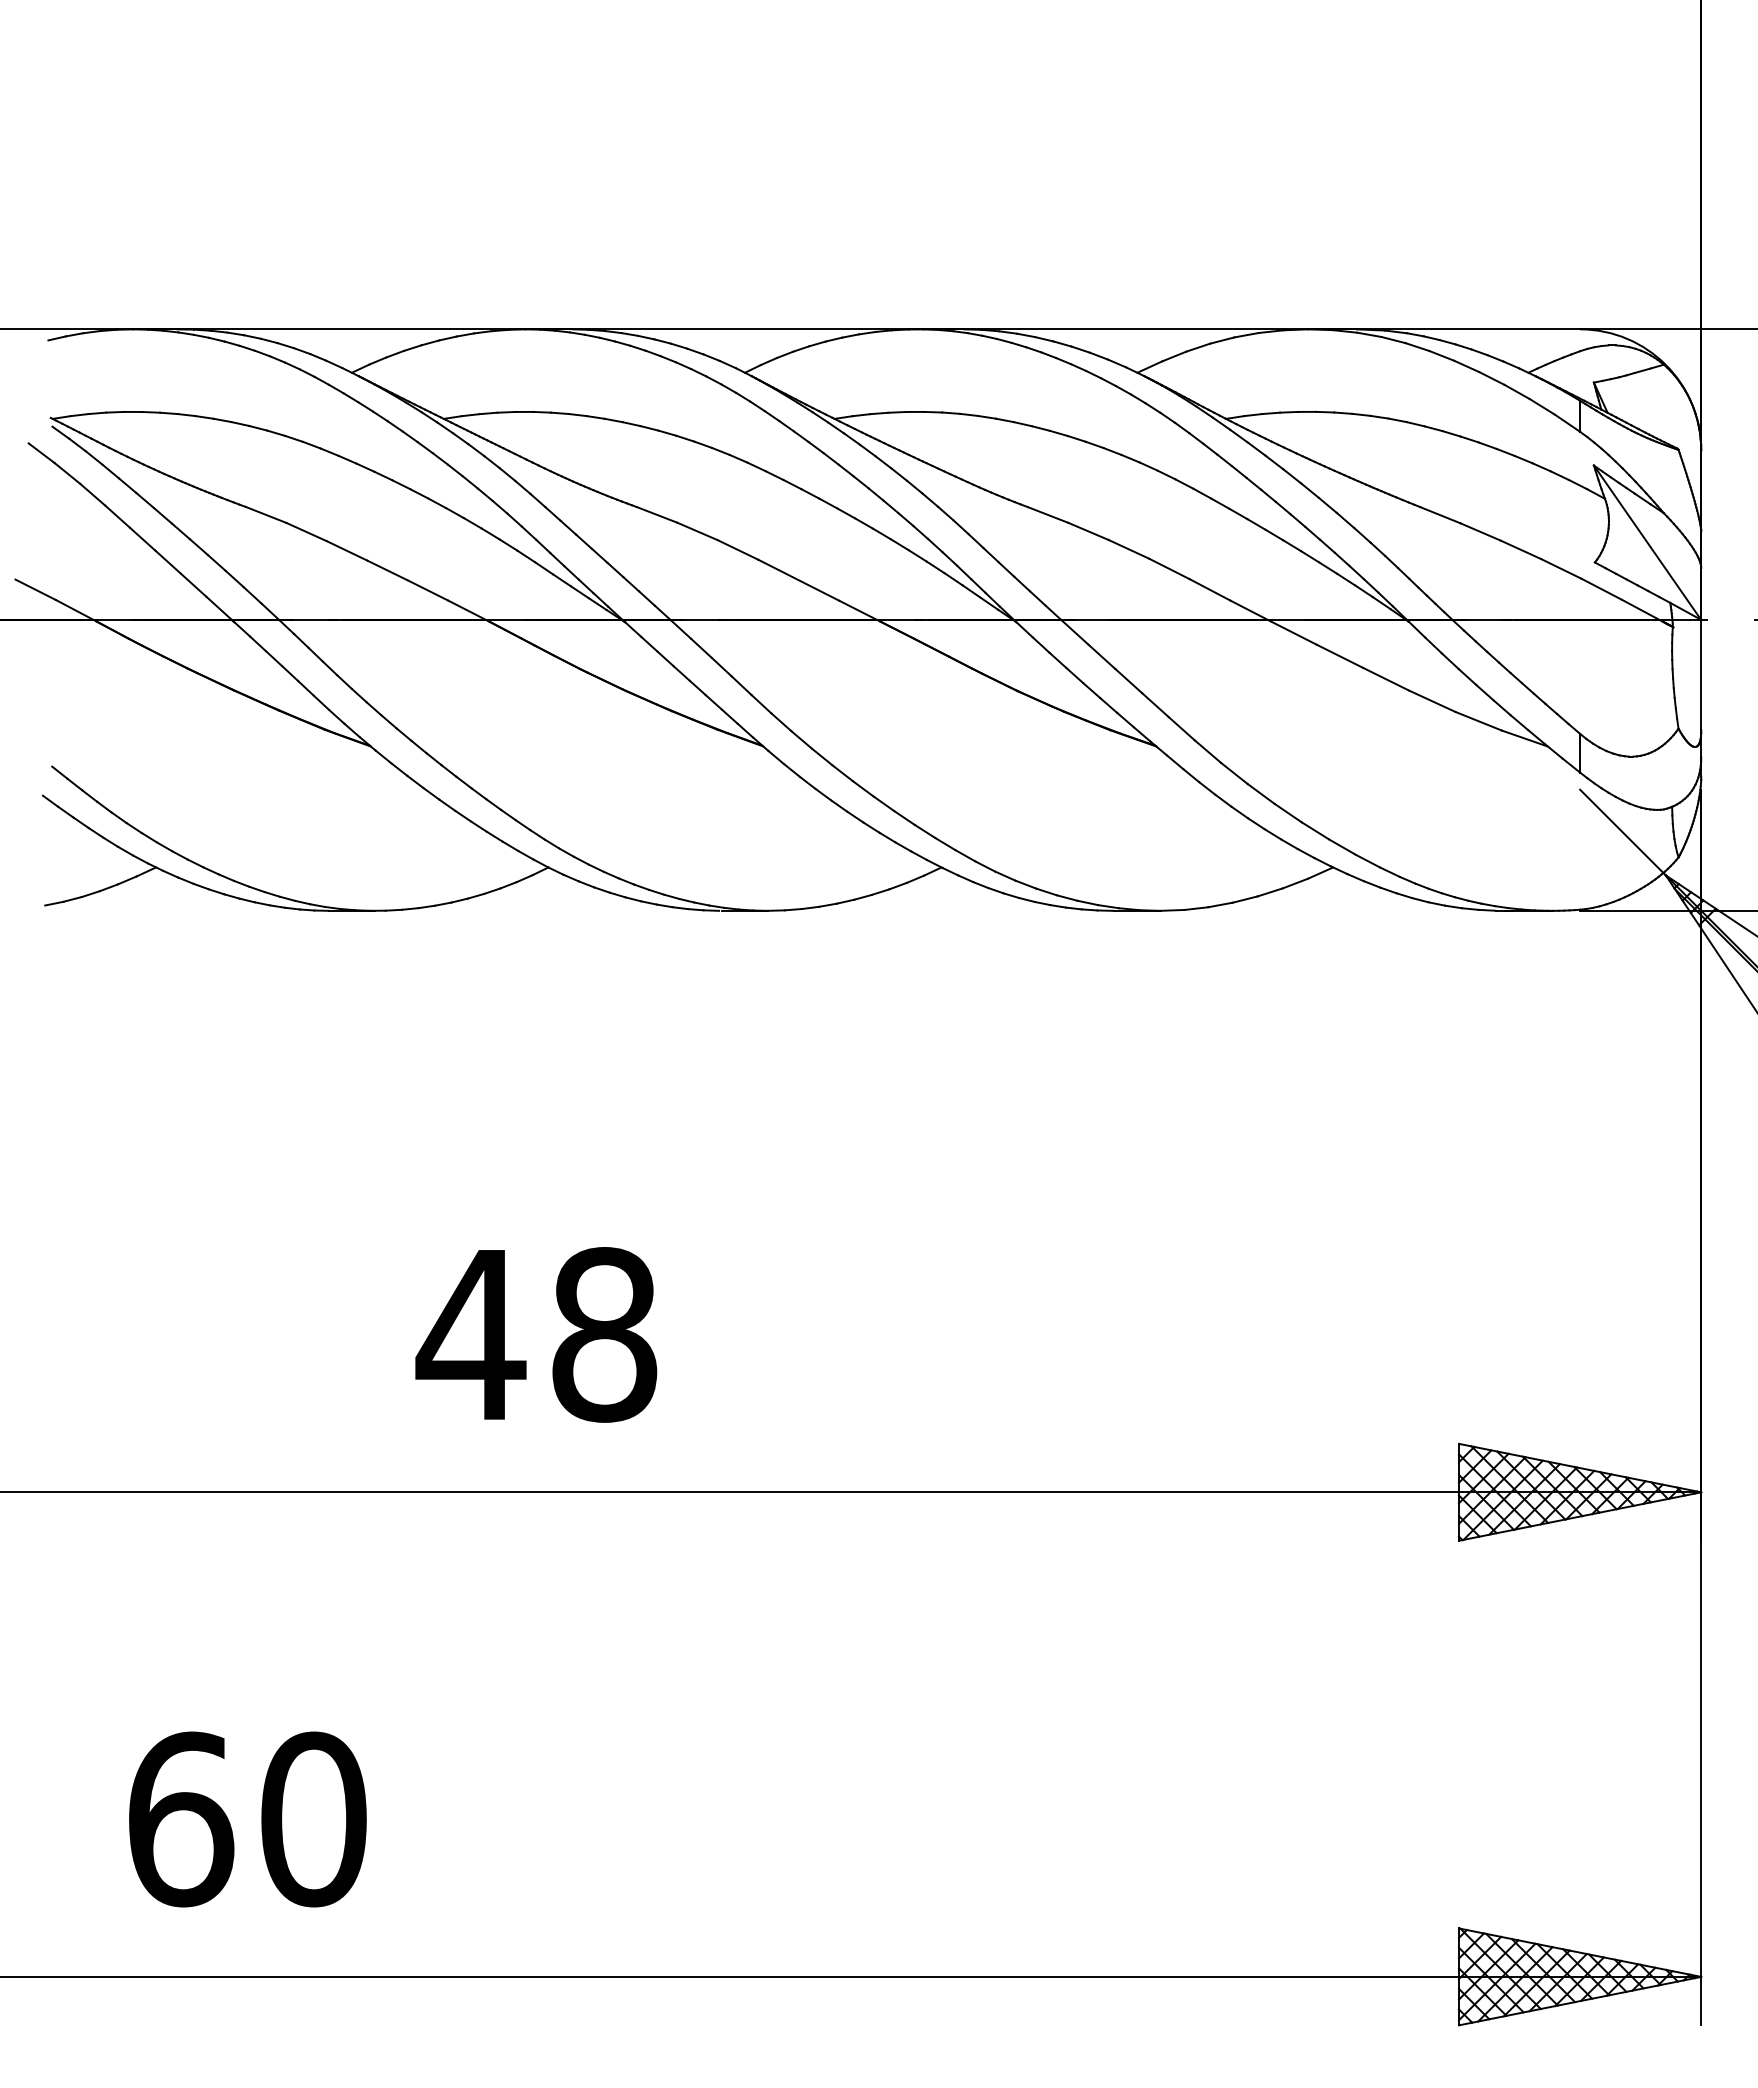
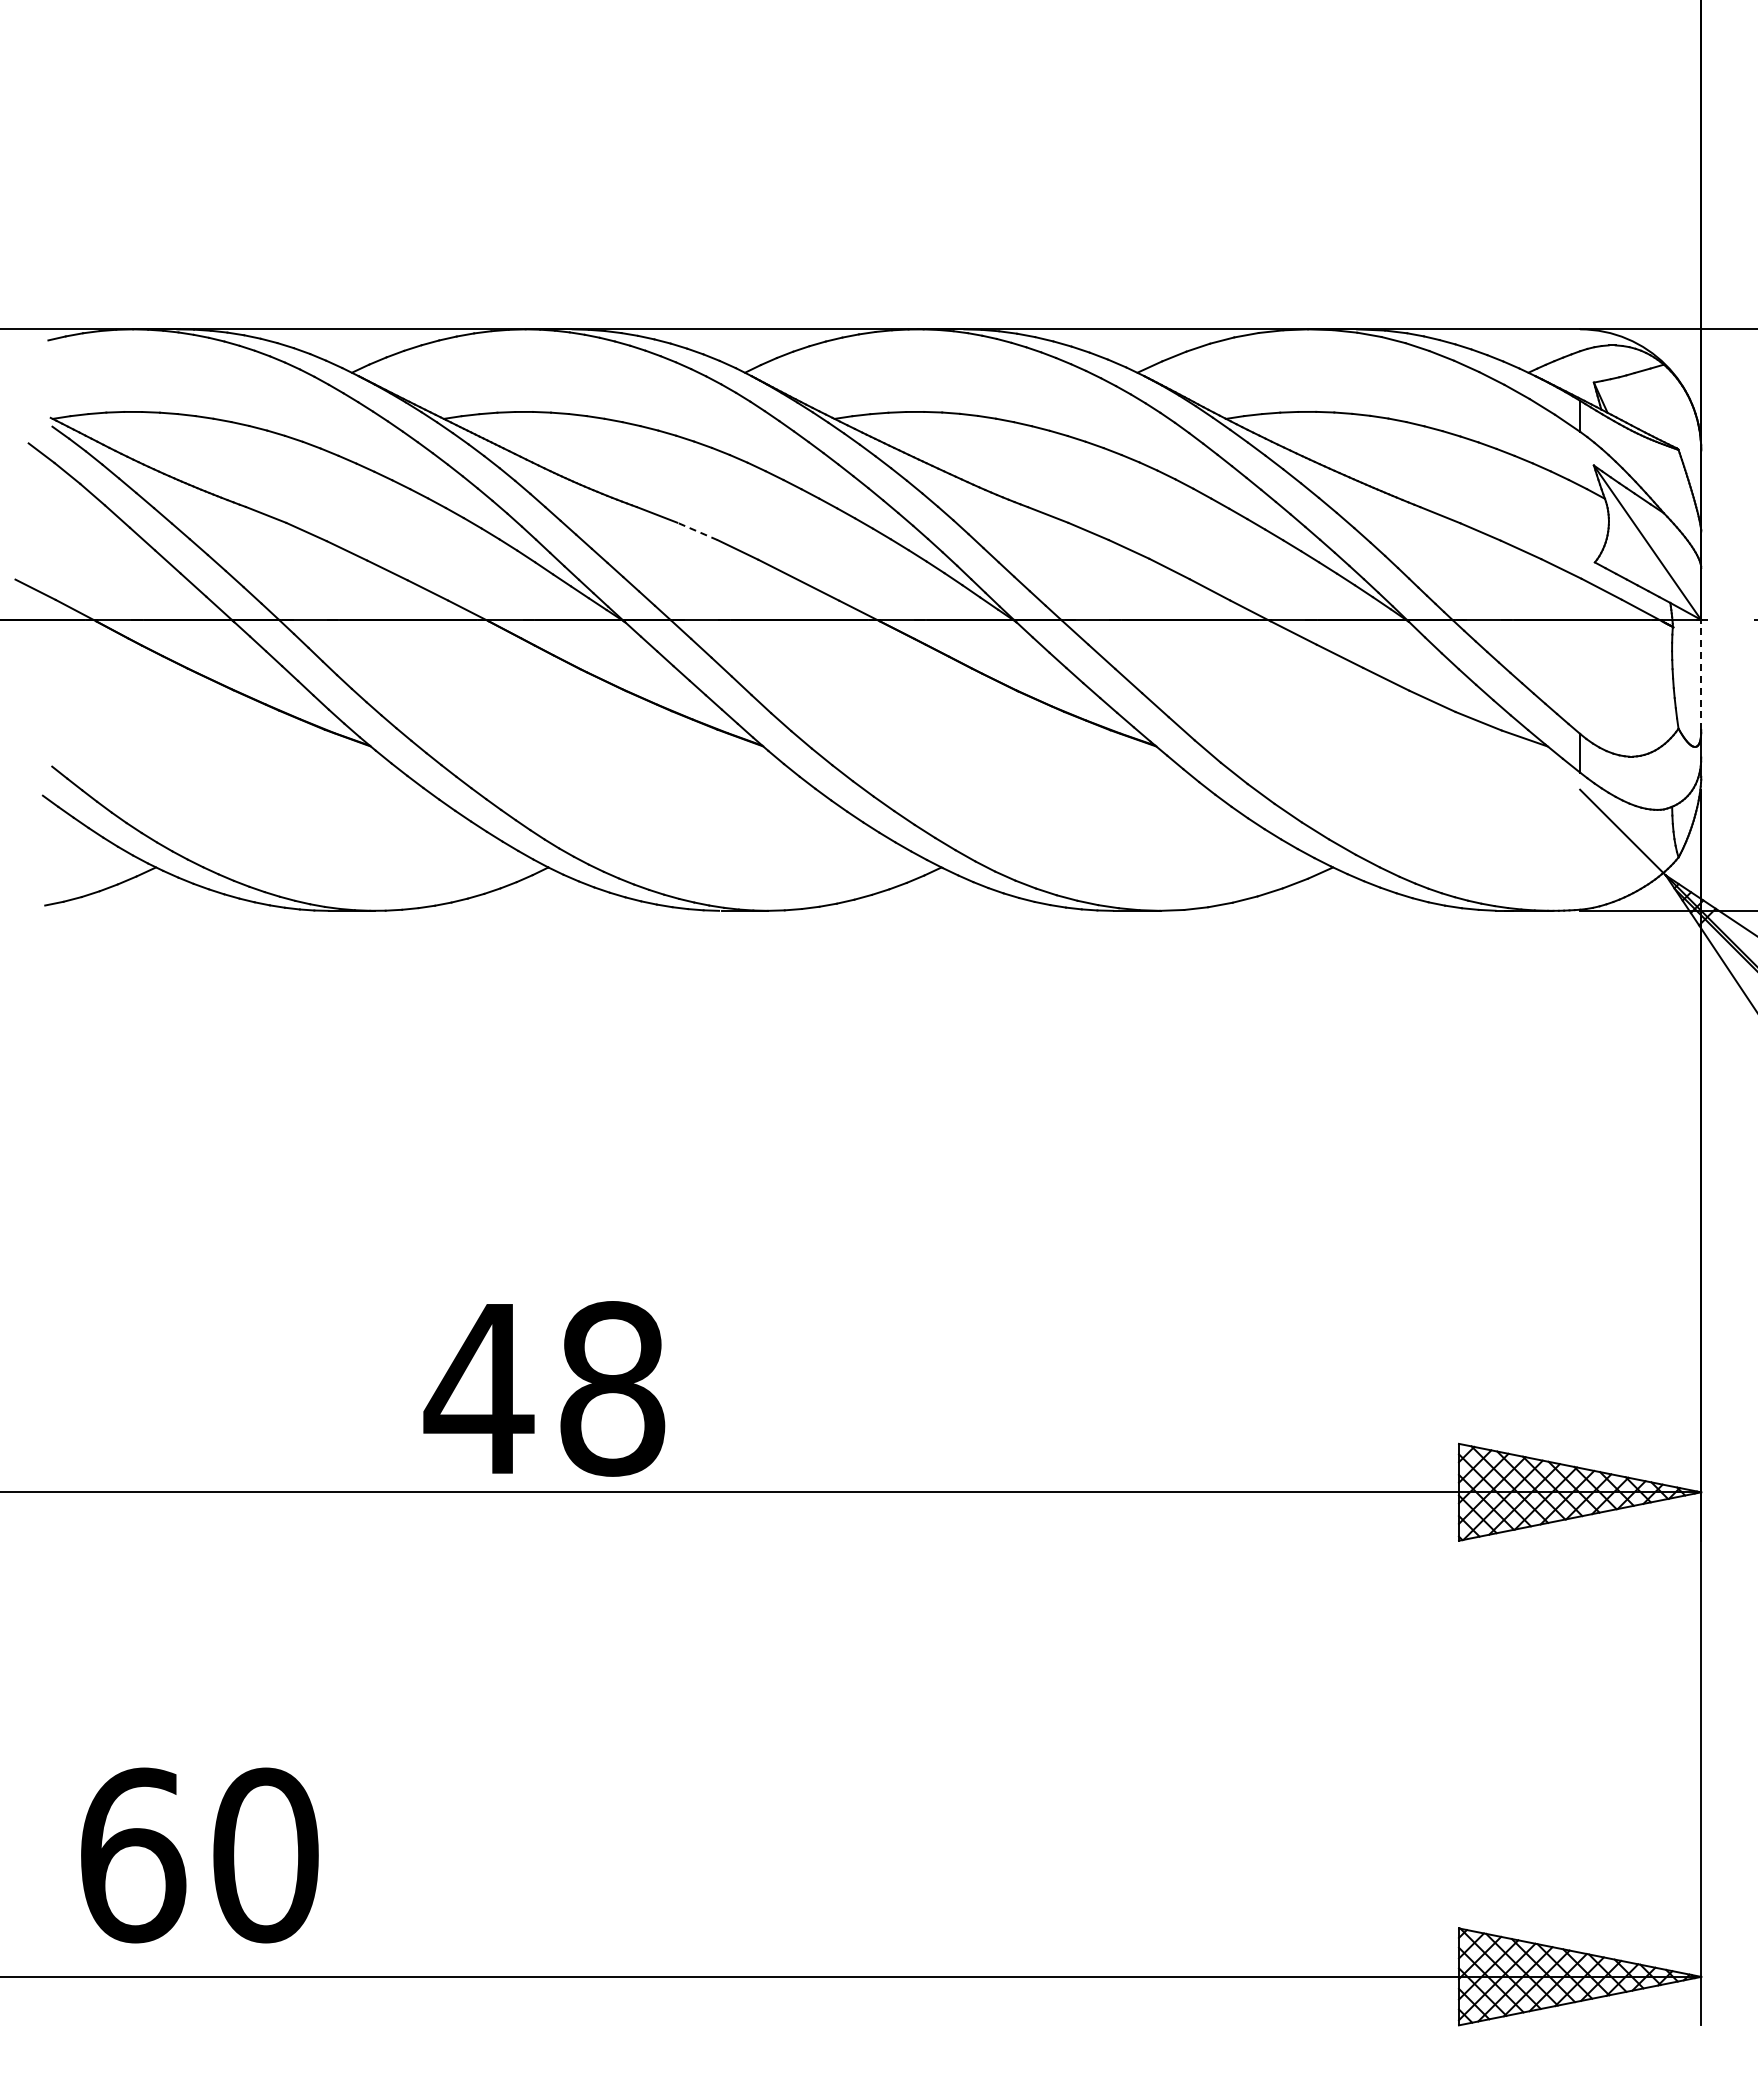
line at (697, 531): solid -> dashed
line at (1701, 674): solid -> dashed
text at (536, 1334) position: (536, 1334) -> (544, 1388)
text at (247, 1819) position: (247, 1819) -> (199, 1855)
